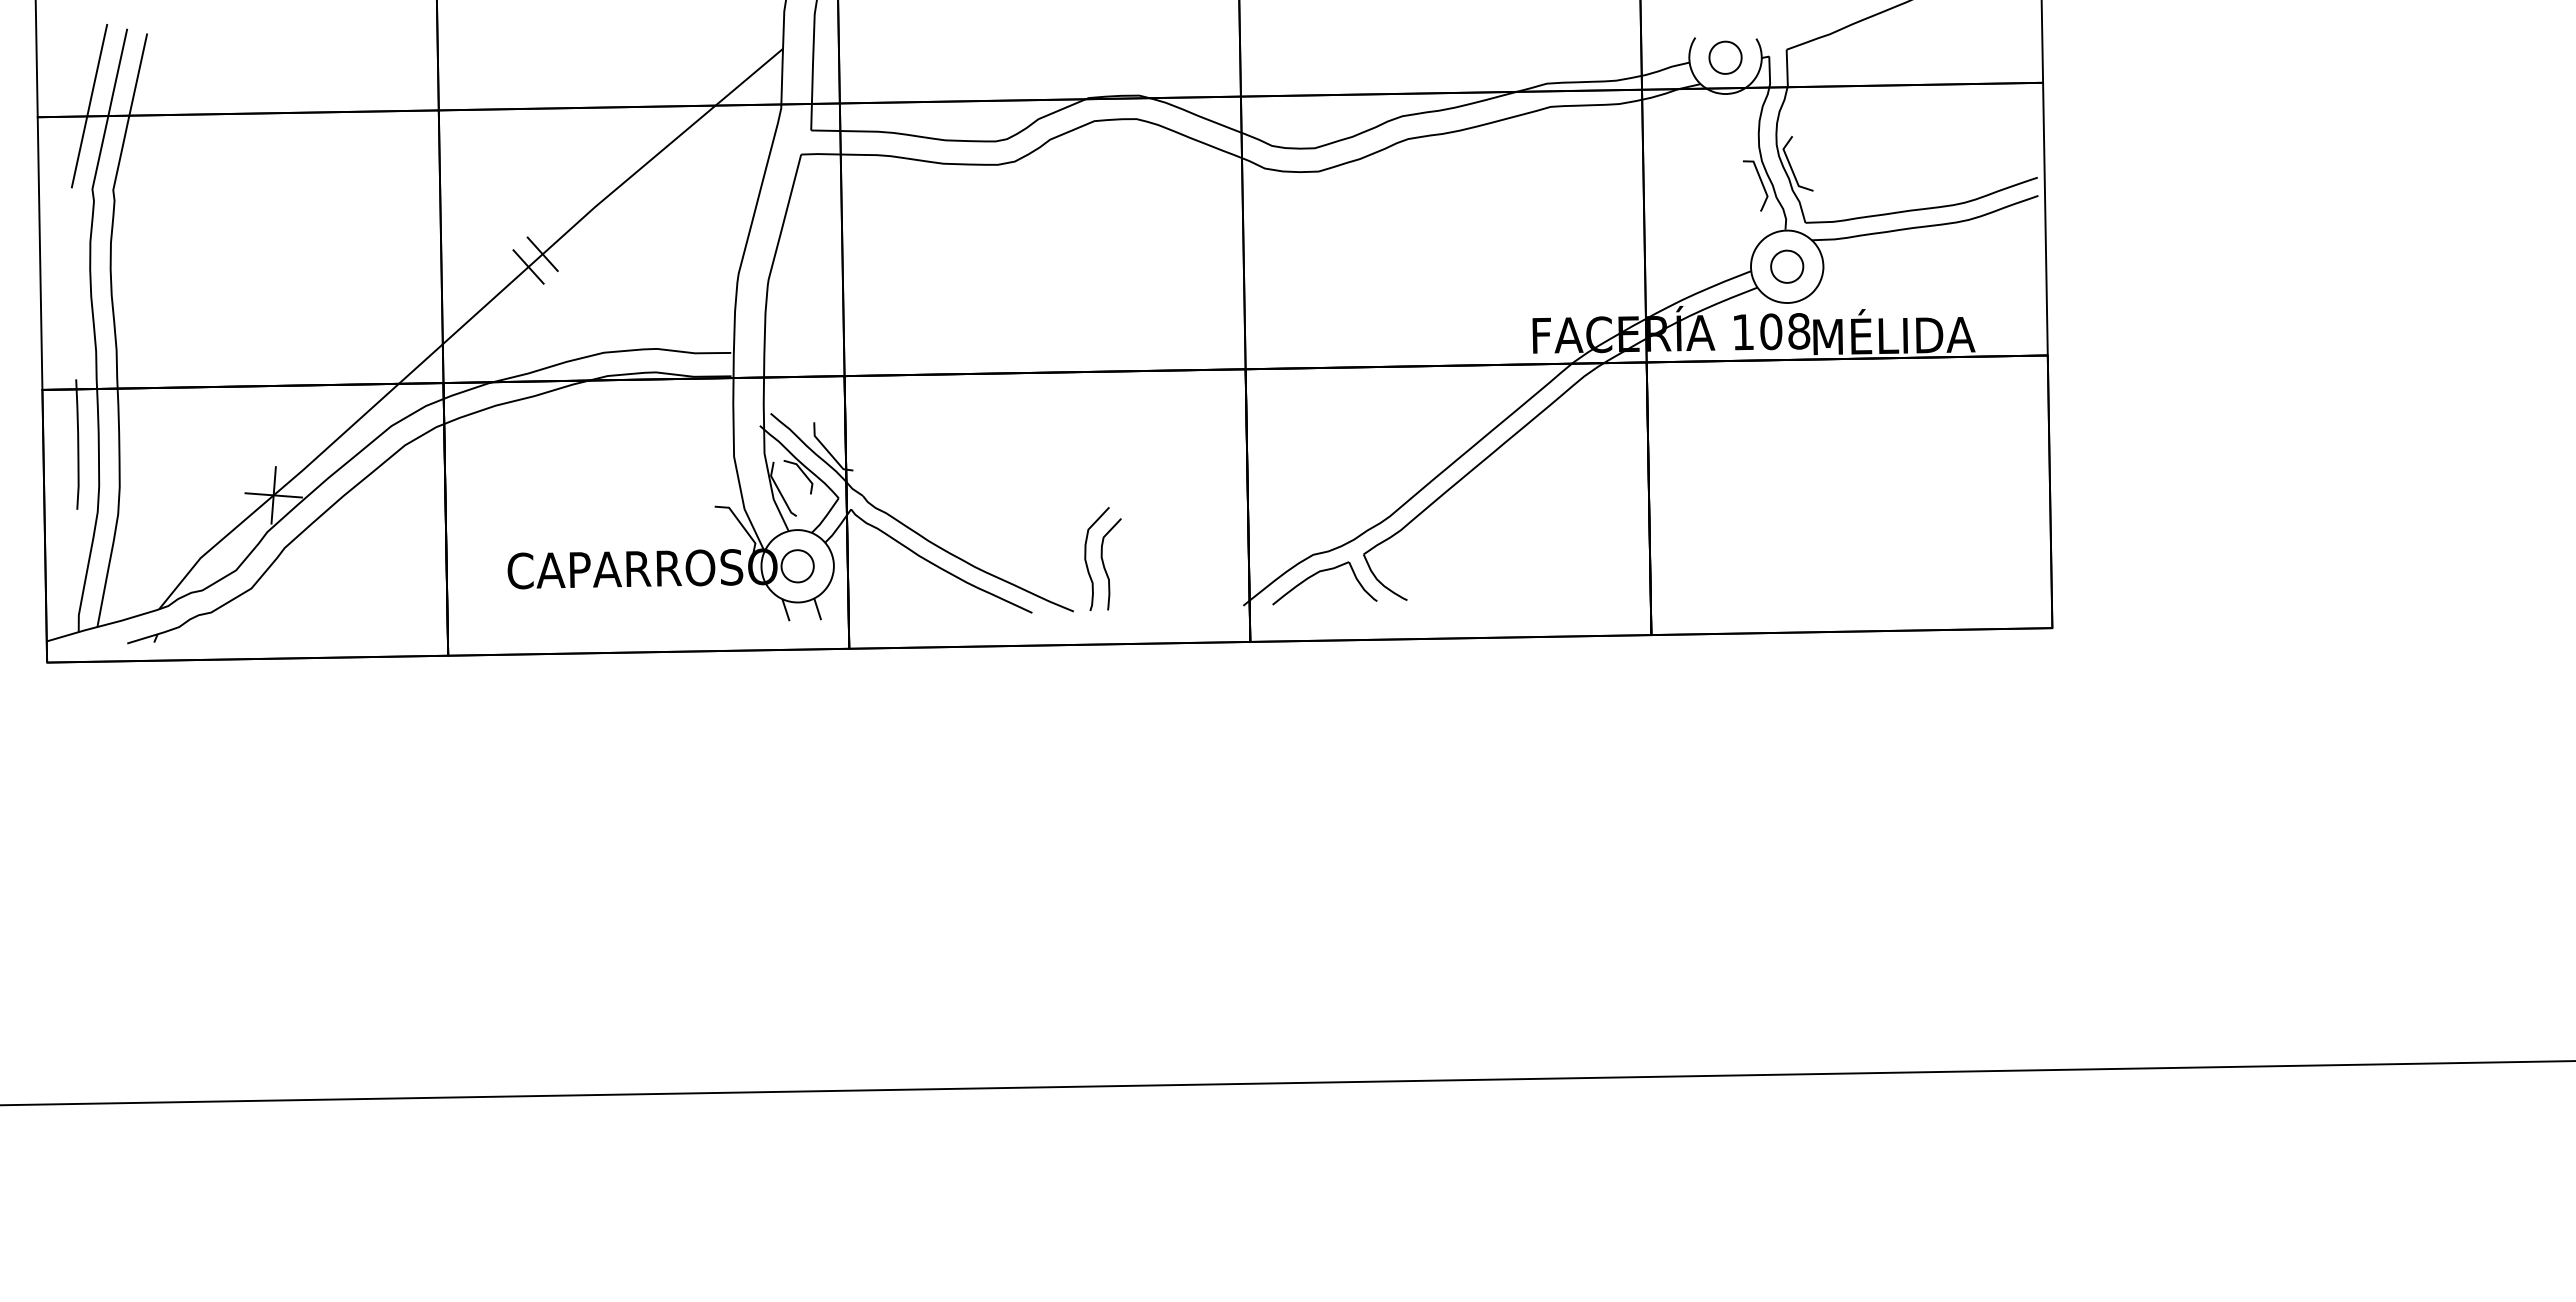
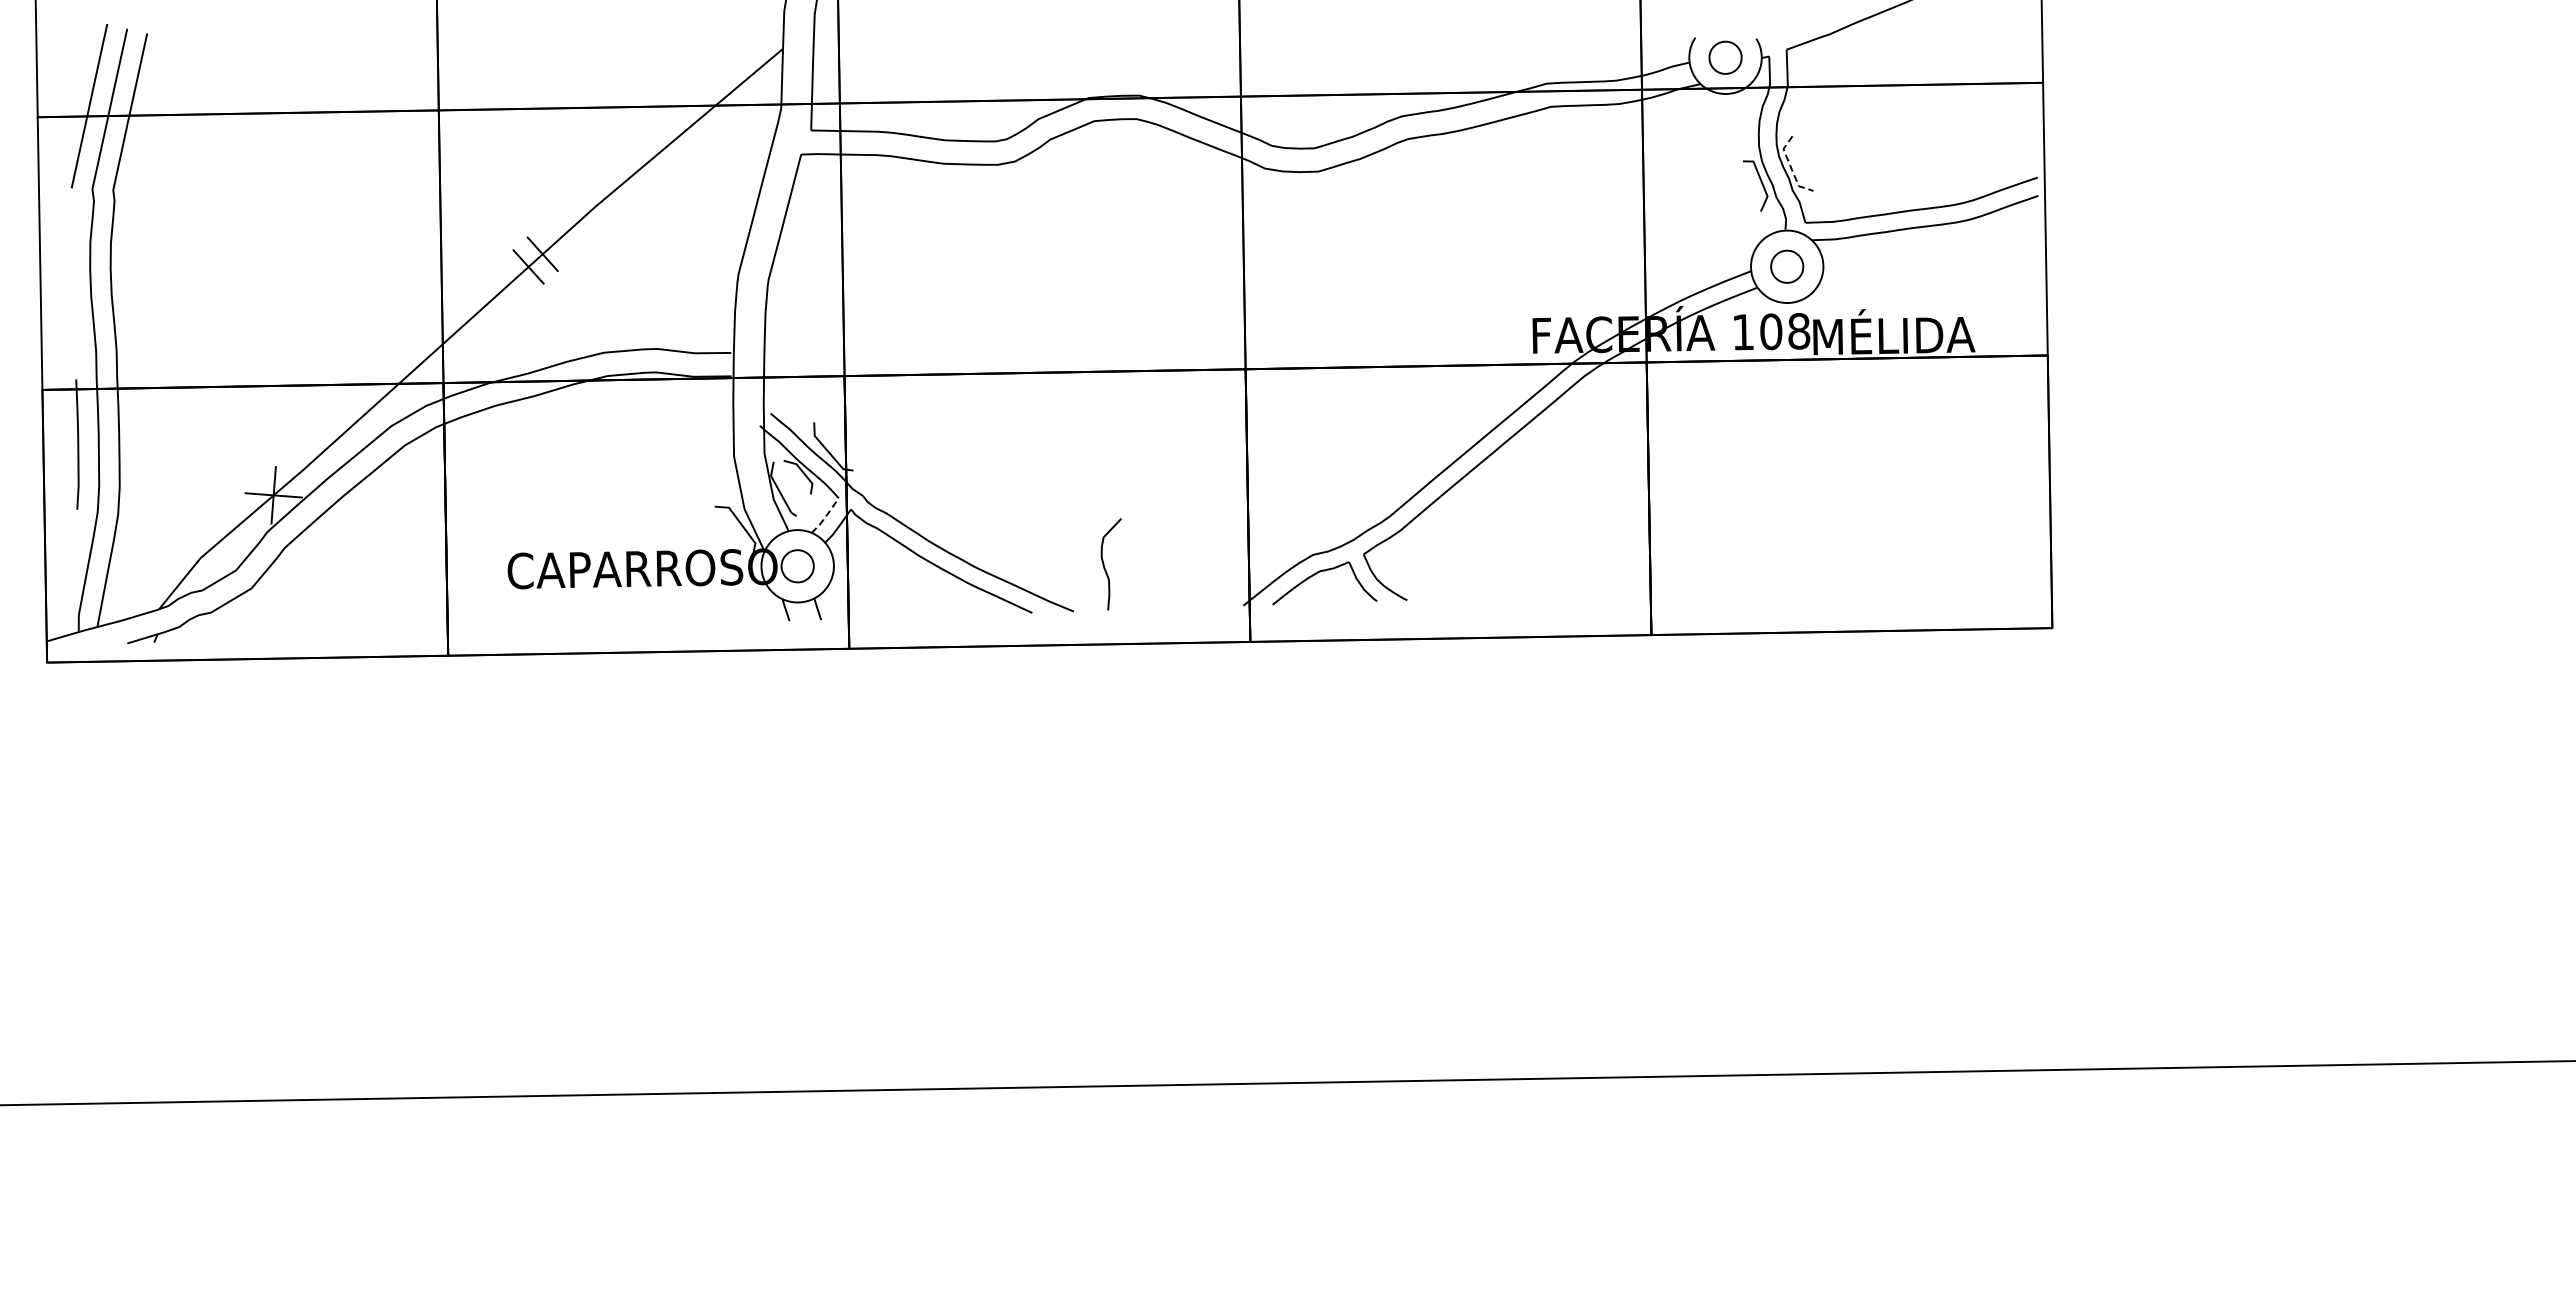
line at (1791, 168): solid -> dashed
line at (826, 516): solid -> dashed
curve at (1086, 558): present -> none
